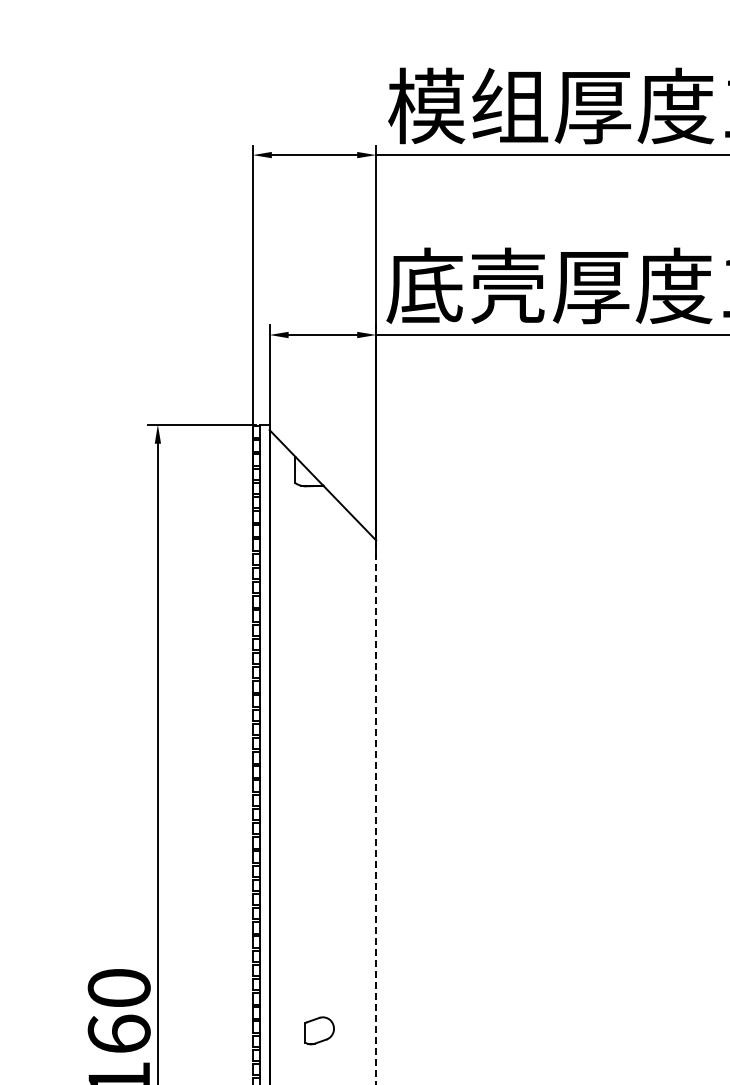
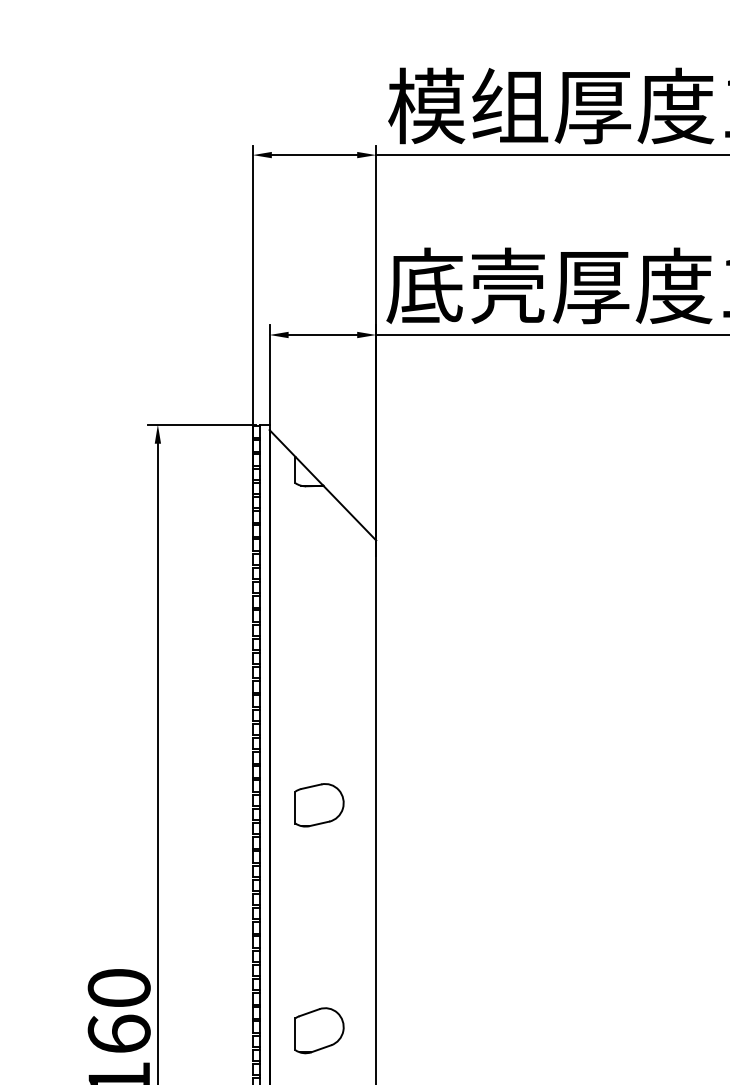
part at (319, 805): none -> present
line at (376, 812): dashed -> solid
part at (319, 1030) size: 31x30 px -> 51x48 px
